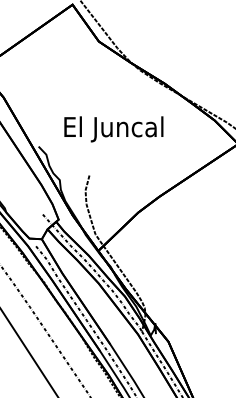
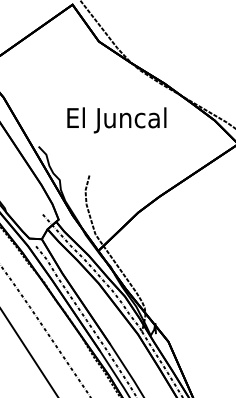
text at (113, 129) position: (113, 129) -> (116, 120)
